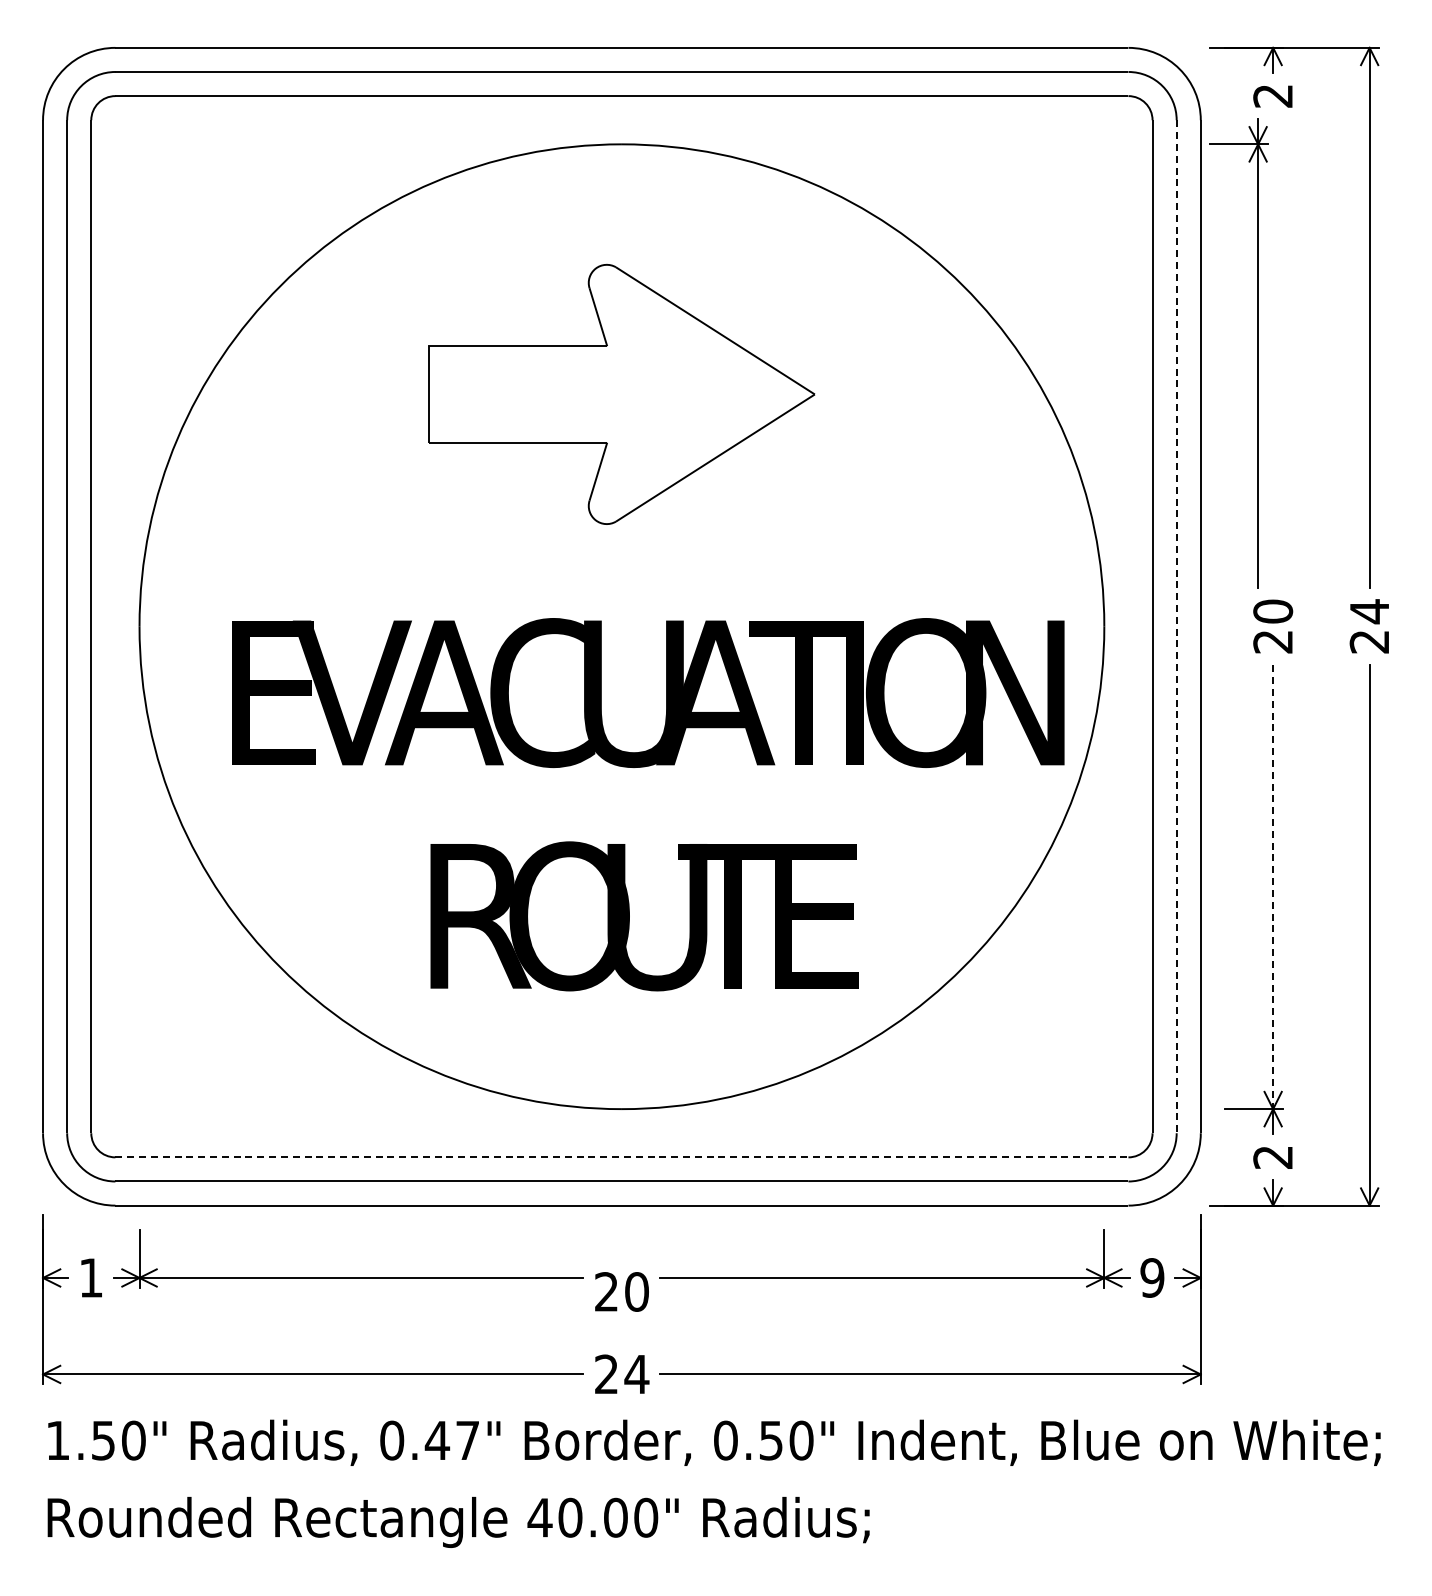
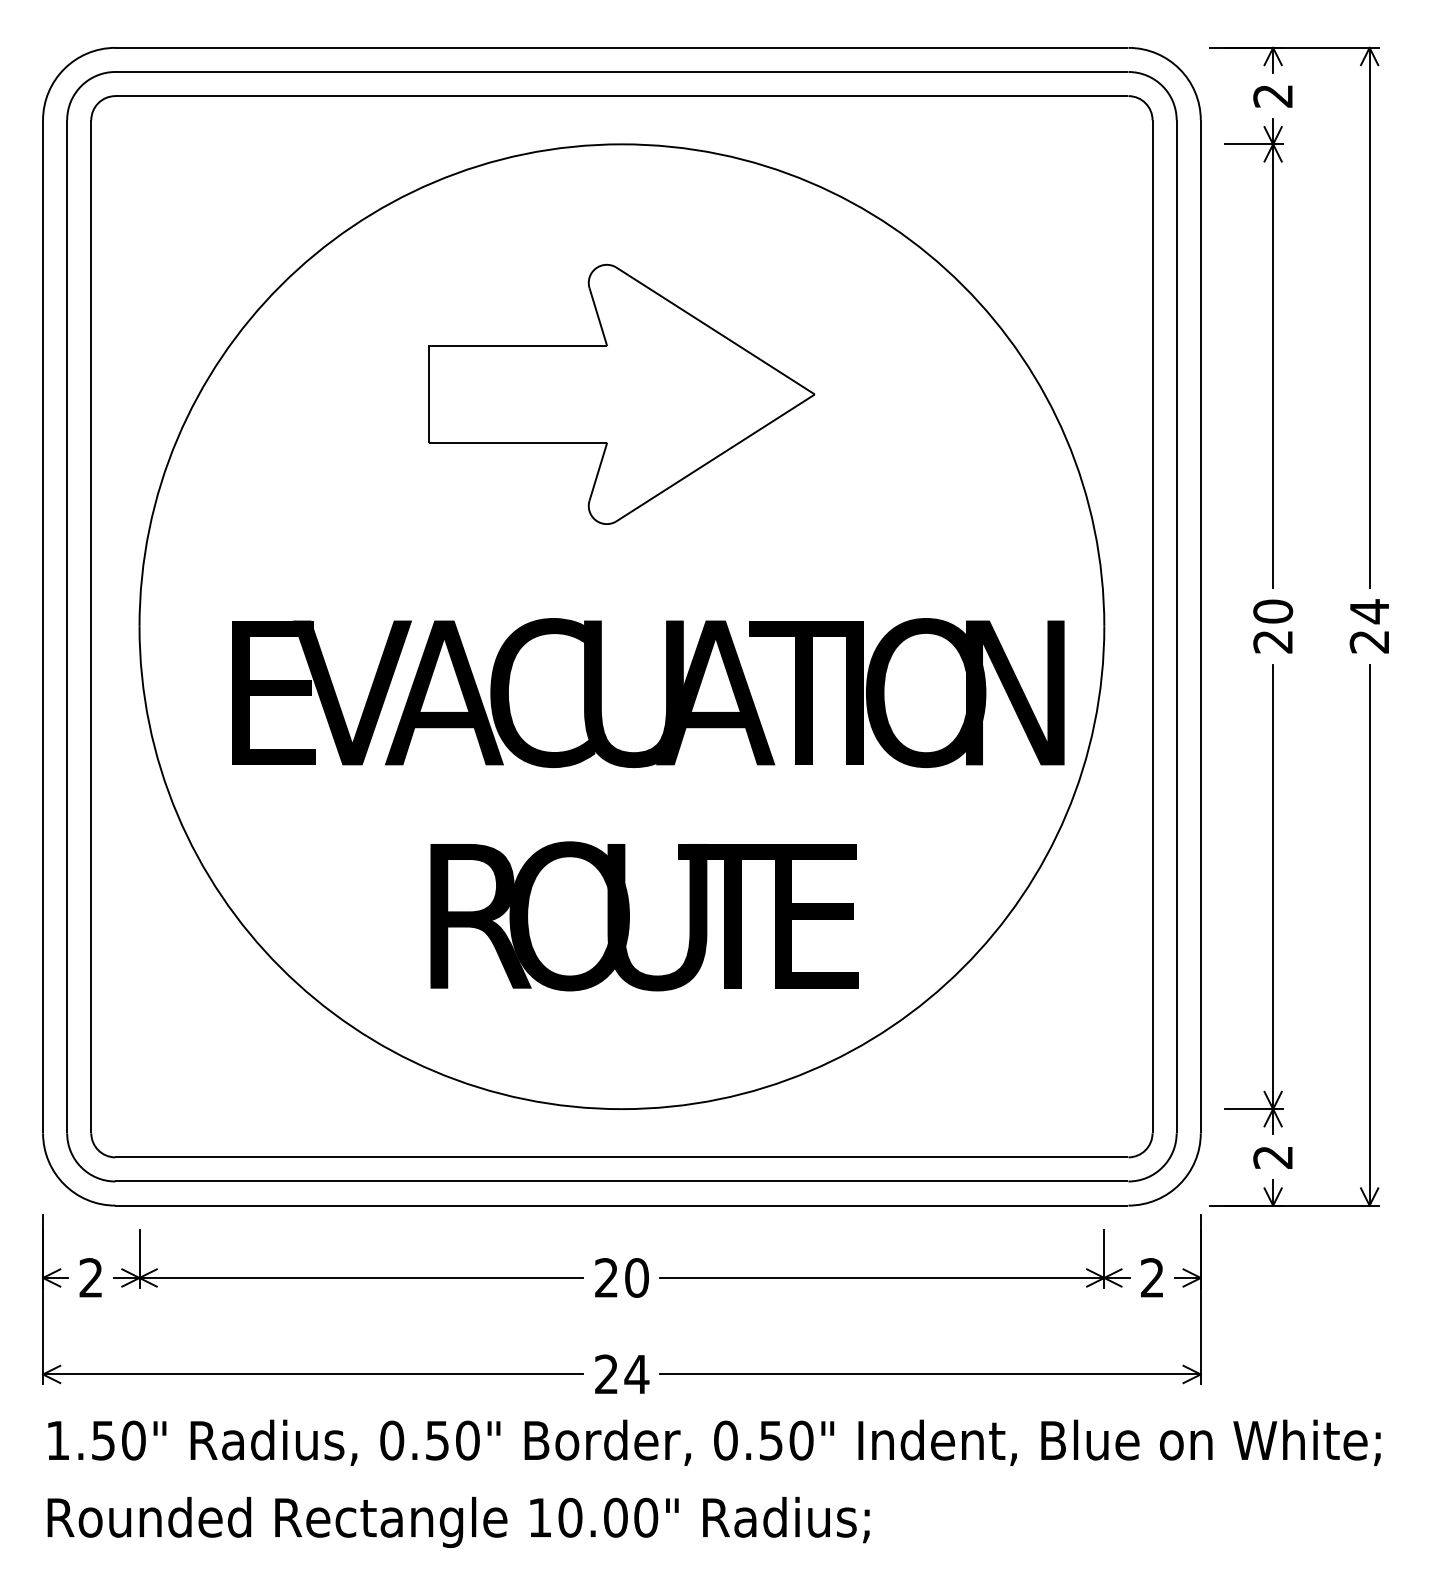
part at (1257, 353) position: (1257, 353) -> (1272, 353)
line at (1176, 626): dashed -> solid
line at (1273, 887): dashed -> solid
line at (621, 1157): dashed -> solid
text at (90, 1277): 1 -> 2
text at (1152, 1277): 9 -> 2
text at (621, 1291) position: (621, 1291) -> (621, 1277)
text at (451, 1440): 0.47" -> 0.50"
text at (539, 1517): 40.00" -> 10.00"
